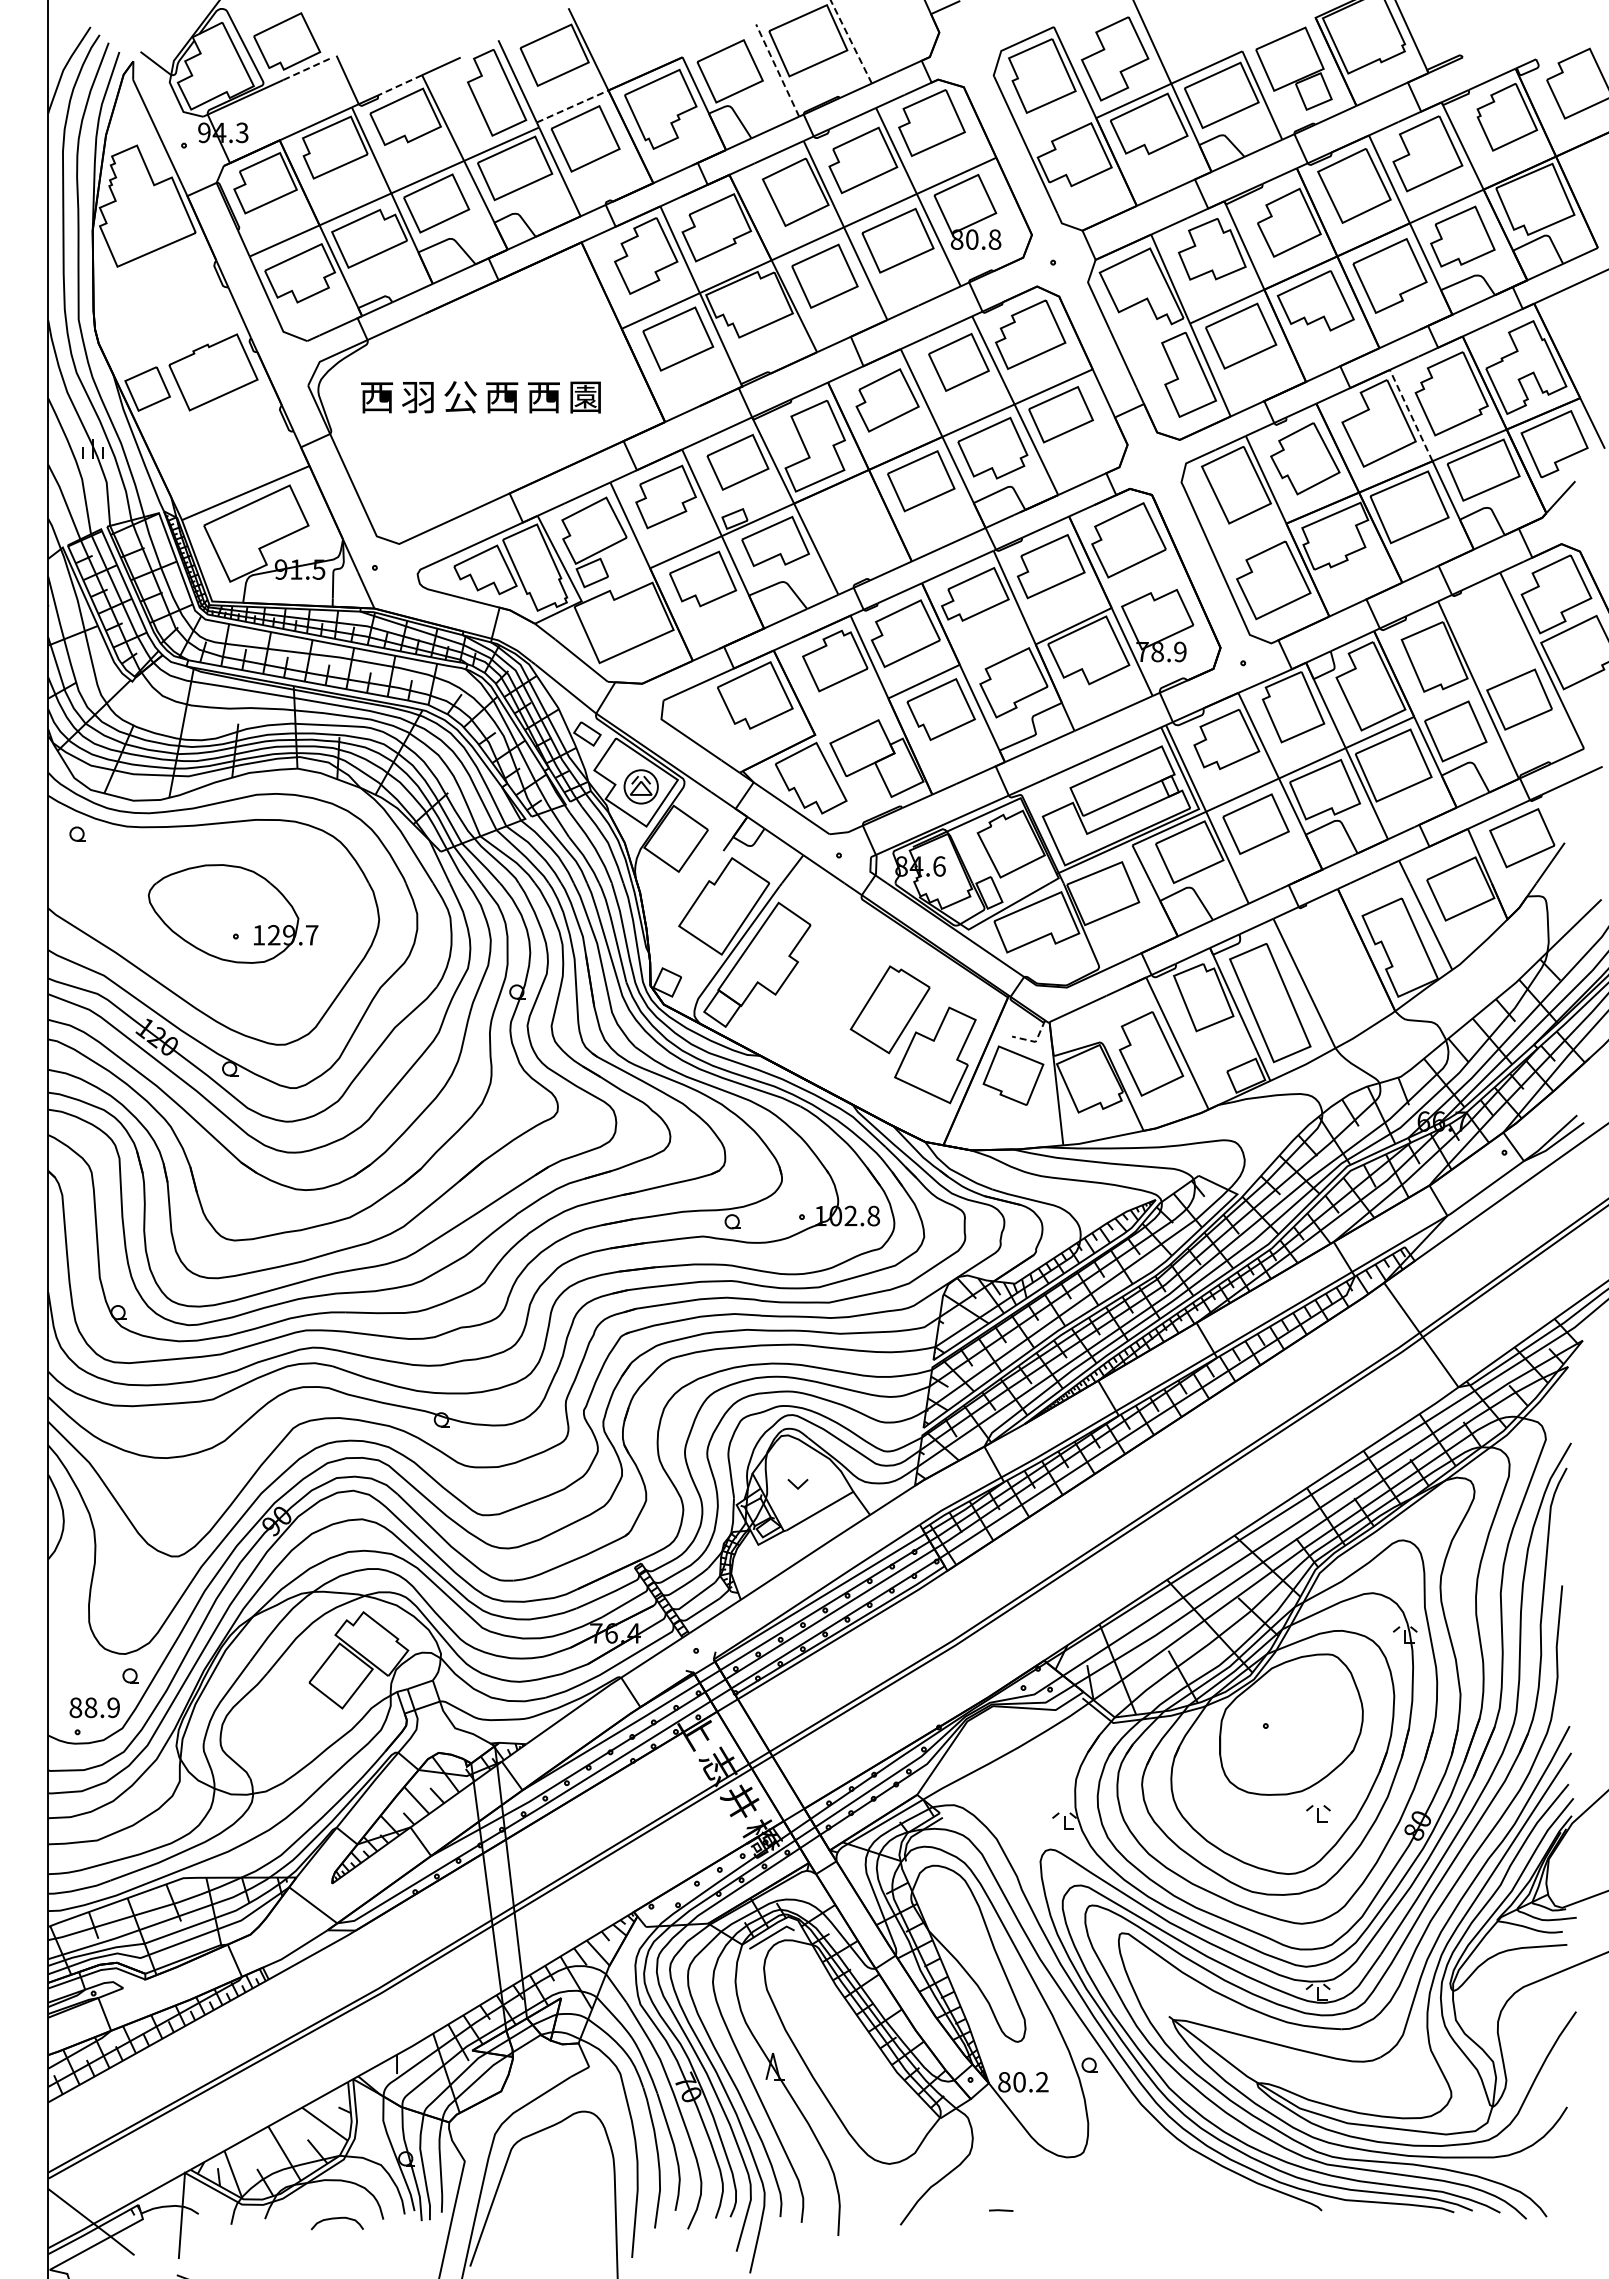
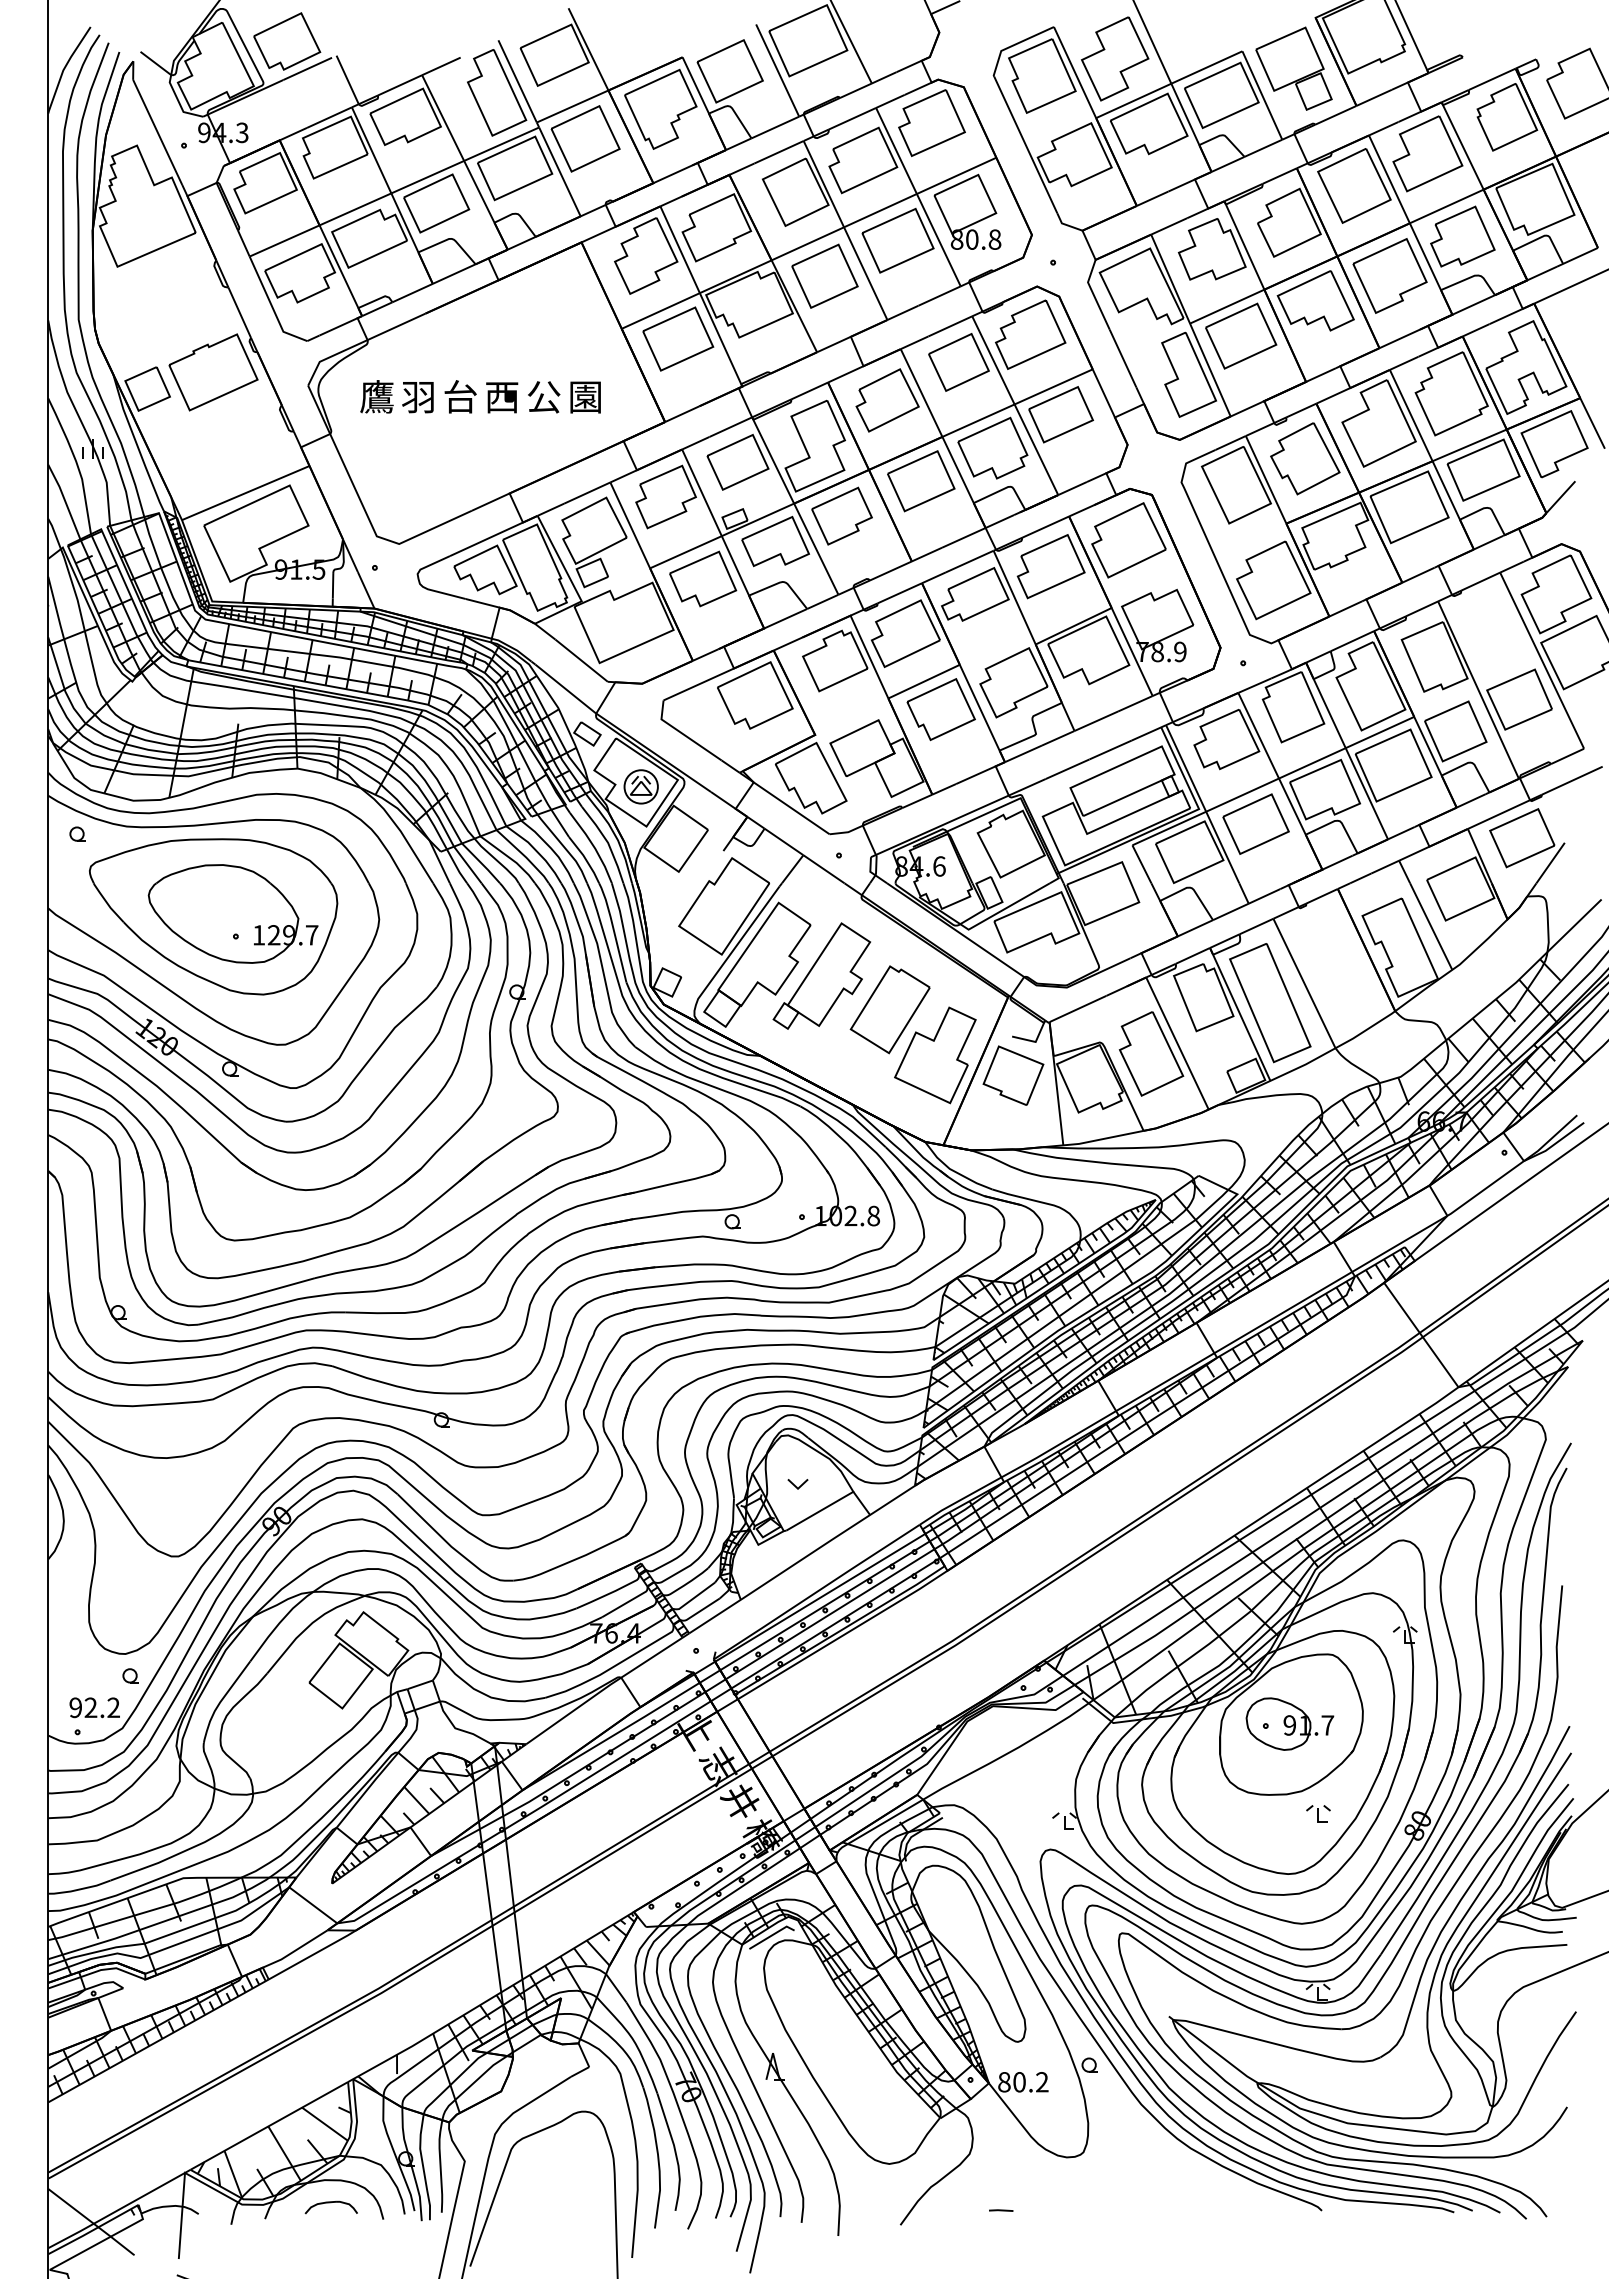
line at (851, 41): dashed -> solid
line at (307, 68): dashed -> solid
line at (777, 70): dashed -> solid
line at (399, 85): dashed -> solid
line at (573, 106): dashed -> solid
text at (376, 396): 西 -> 鷹
text at (460, 396): 公 -> 台
text at (544, 397): 西 -> 公
line at (1411, 415): dashed -> solid
part at (841, 515): none -> present
part at (213, 916): none -> present
part at (821, 975): none -> present
line at (1035, 1042): dashed -> solid
text at (94, 1707): 88.9 -> 92.2
part at (1289, 1723): none -> present
part at (336, 2223) position: (336, 2223) -> (330, 2207)
